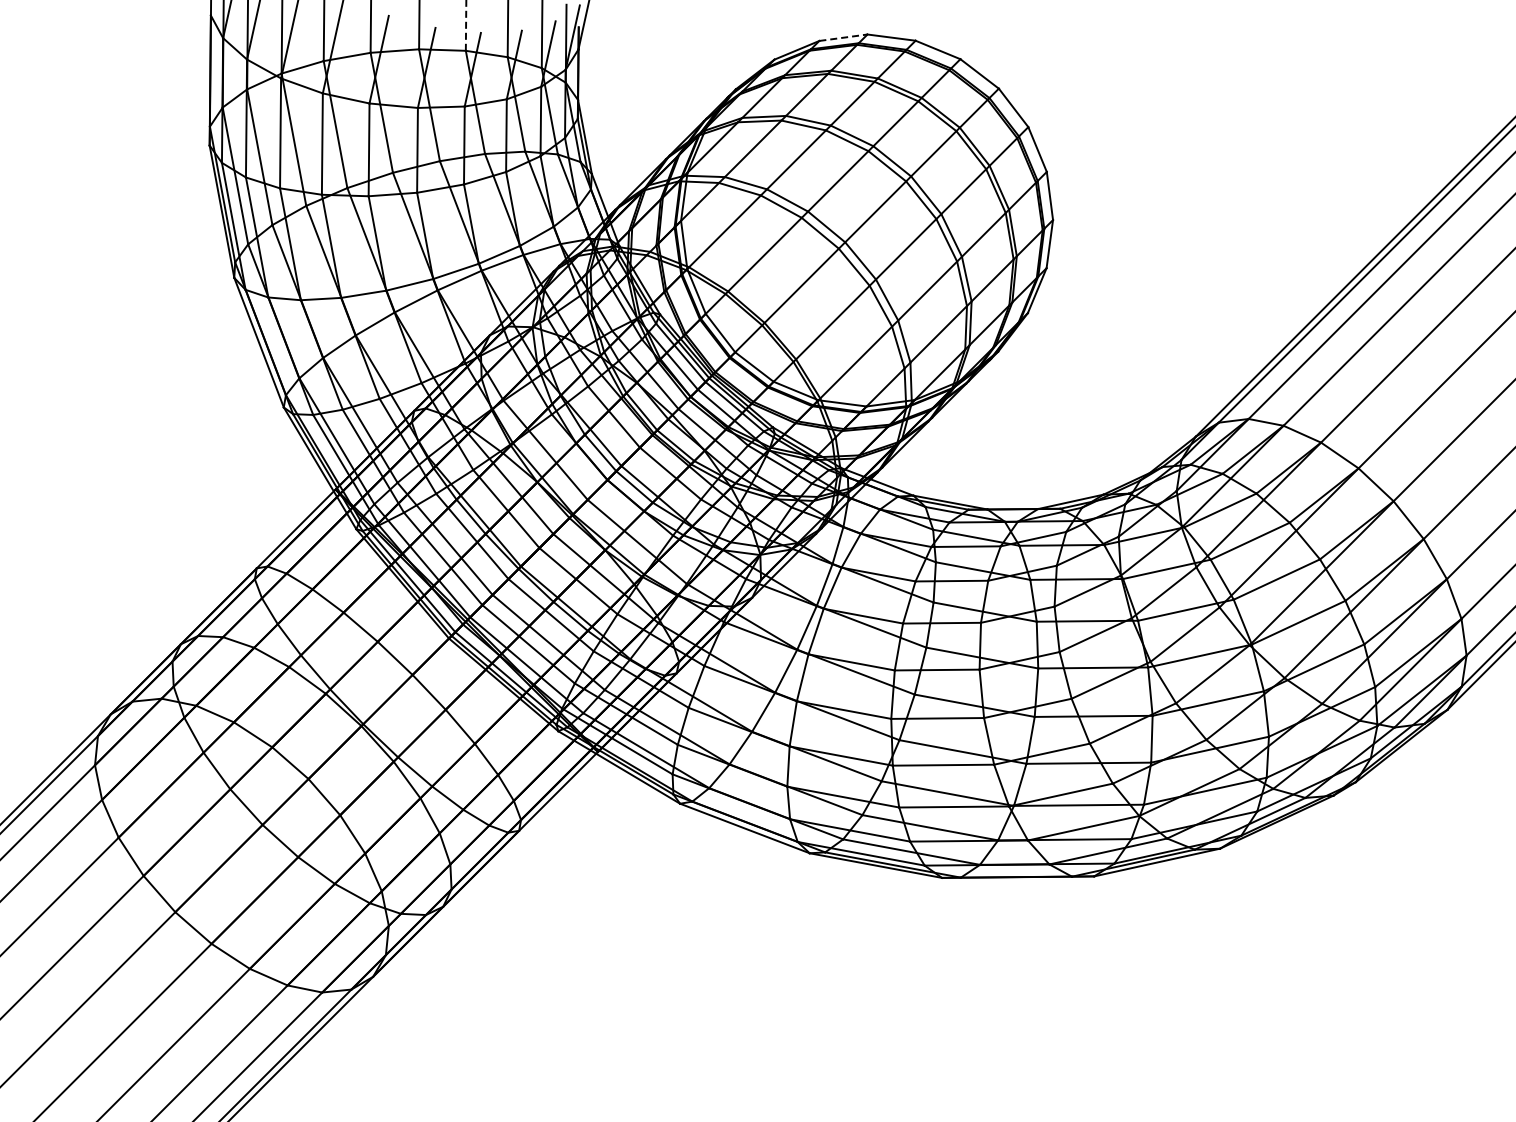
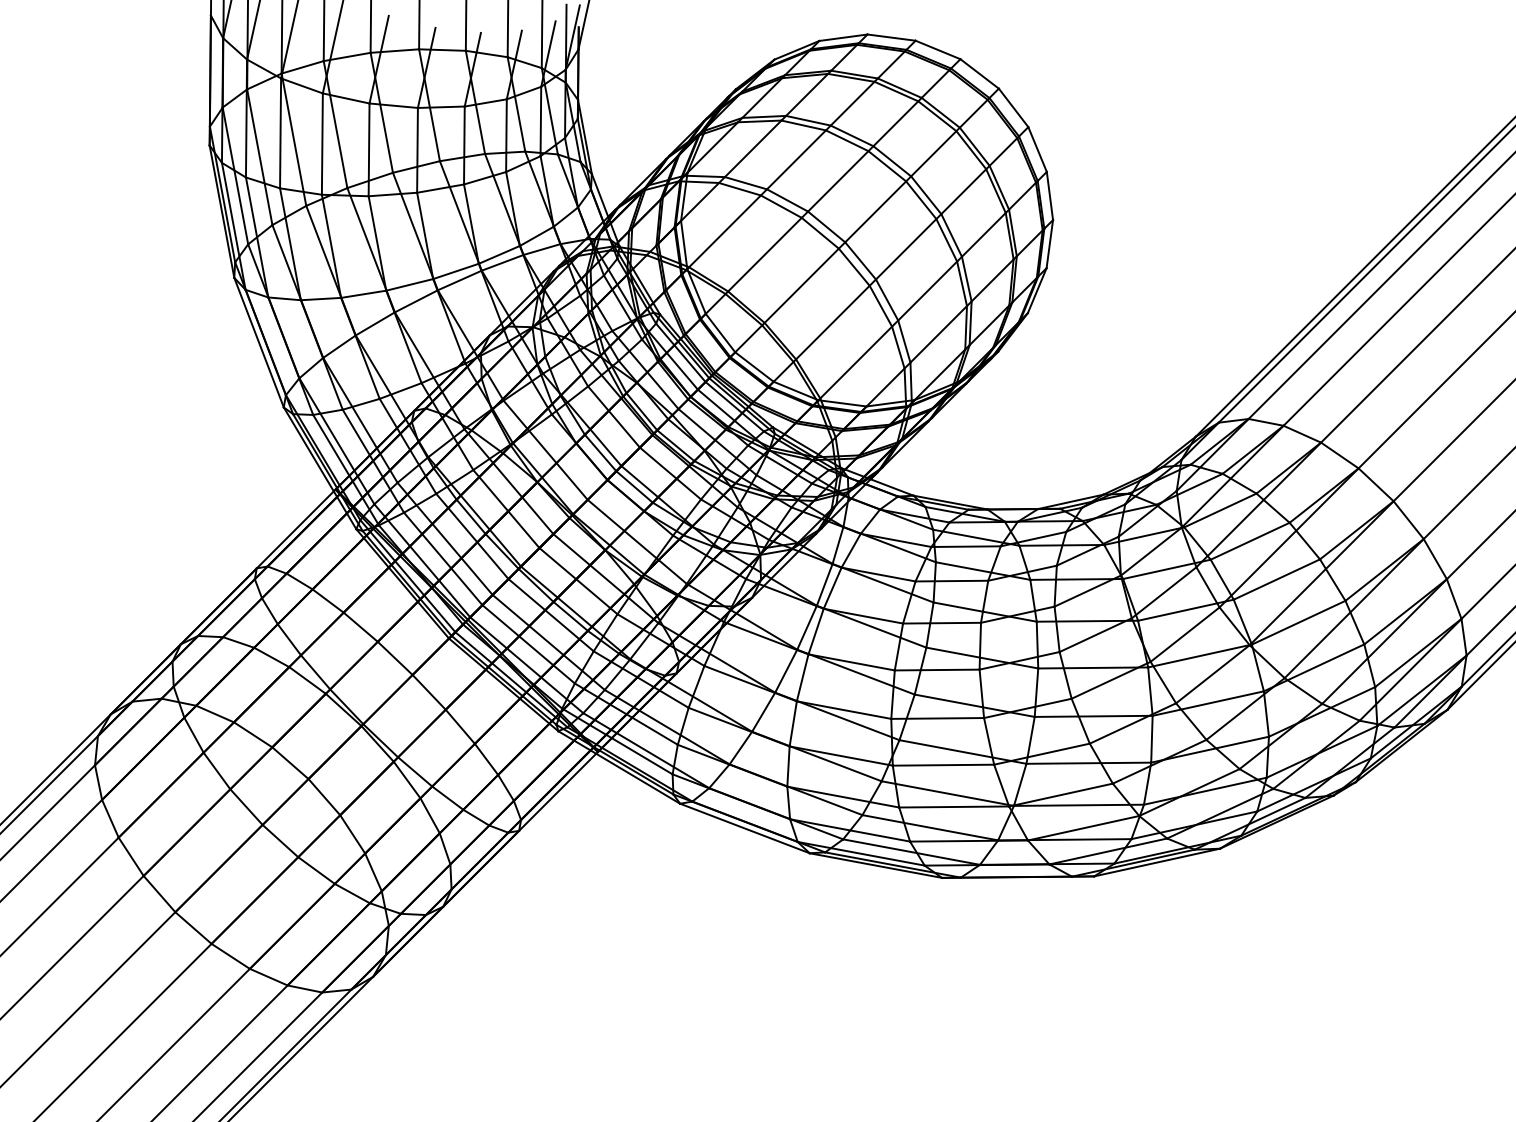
line at (466, 24): dashed -> solid
line at (843, 37): dashed -> solid
